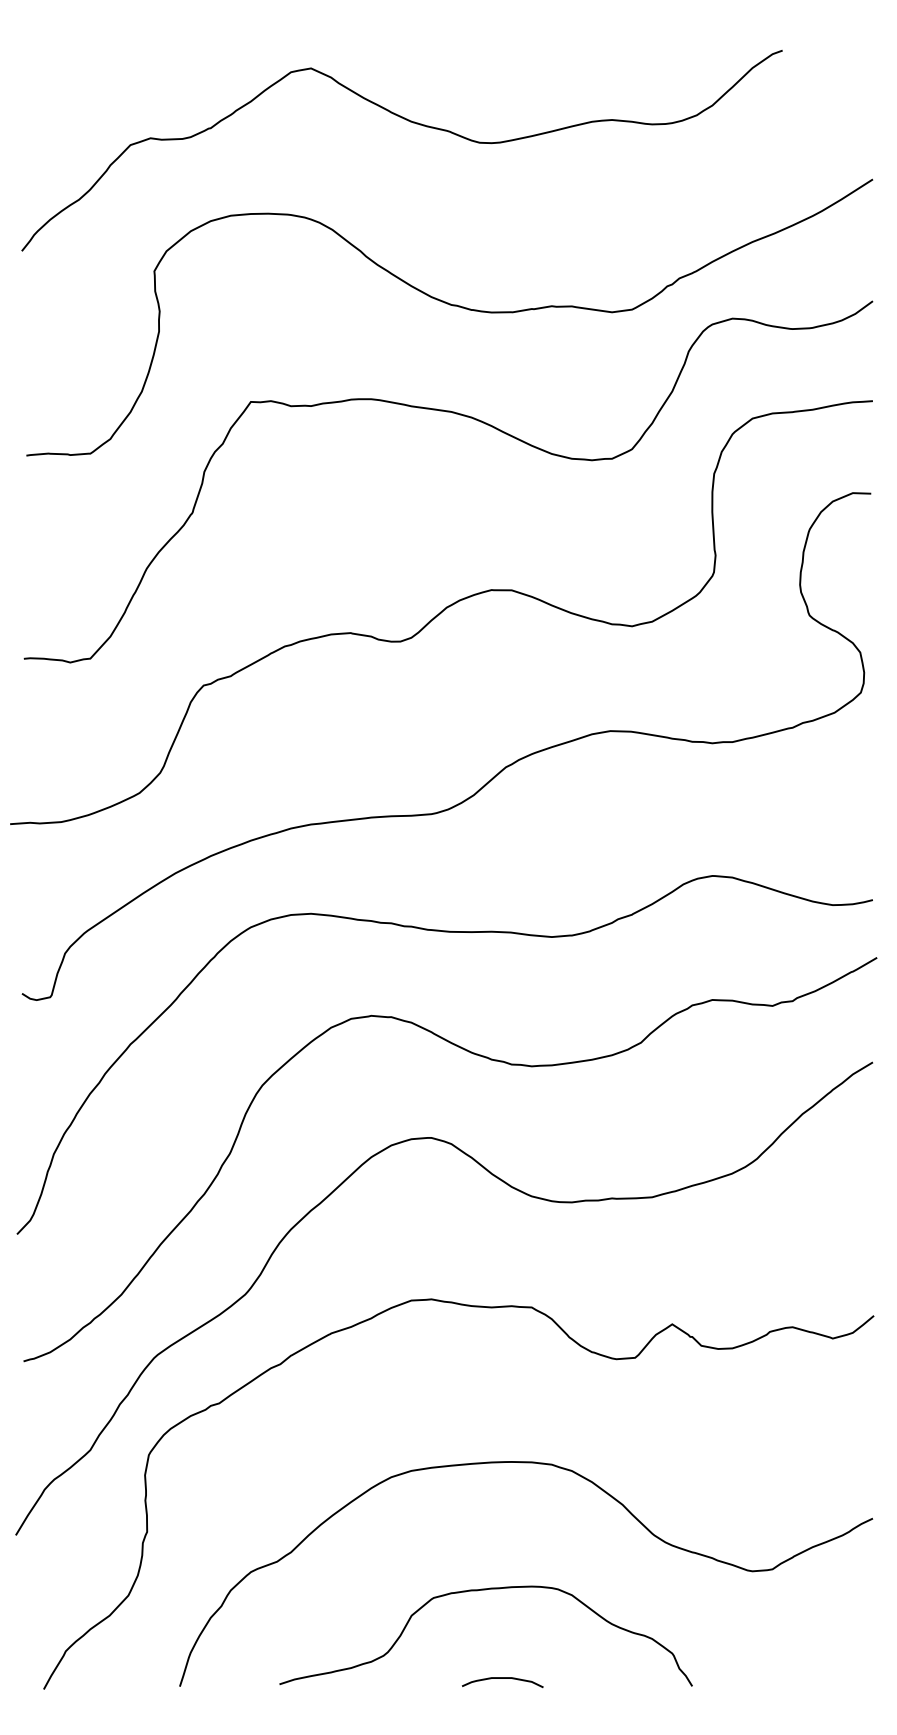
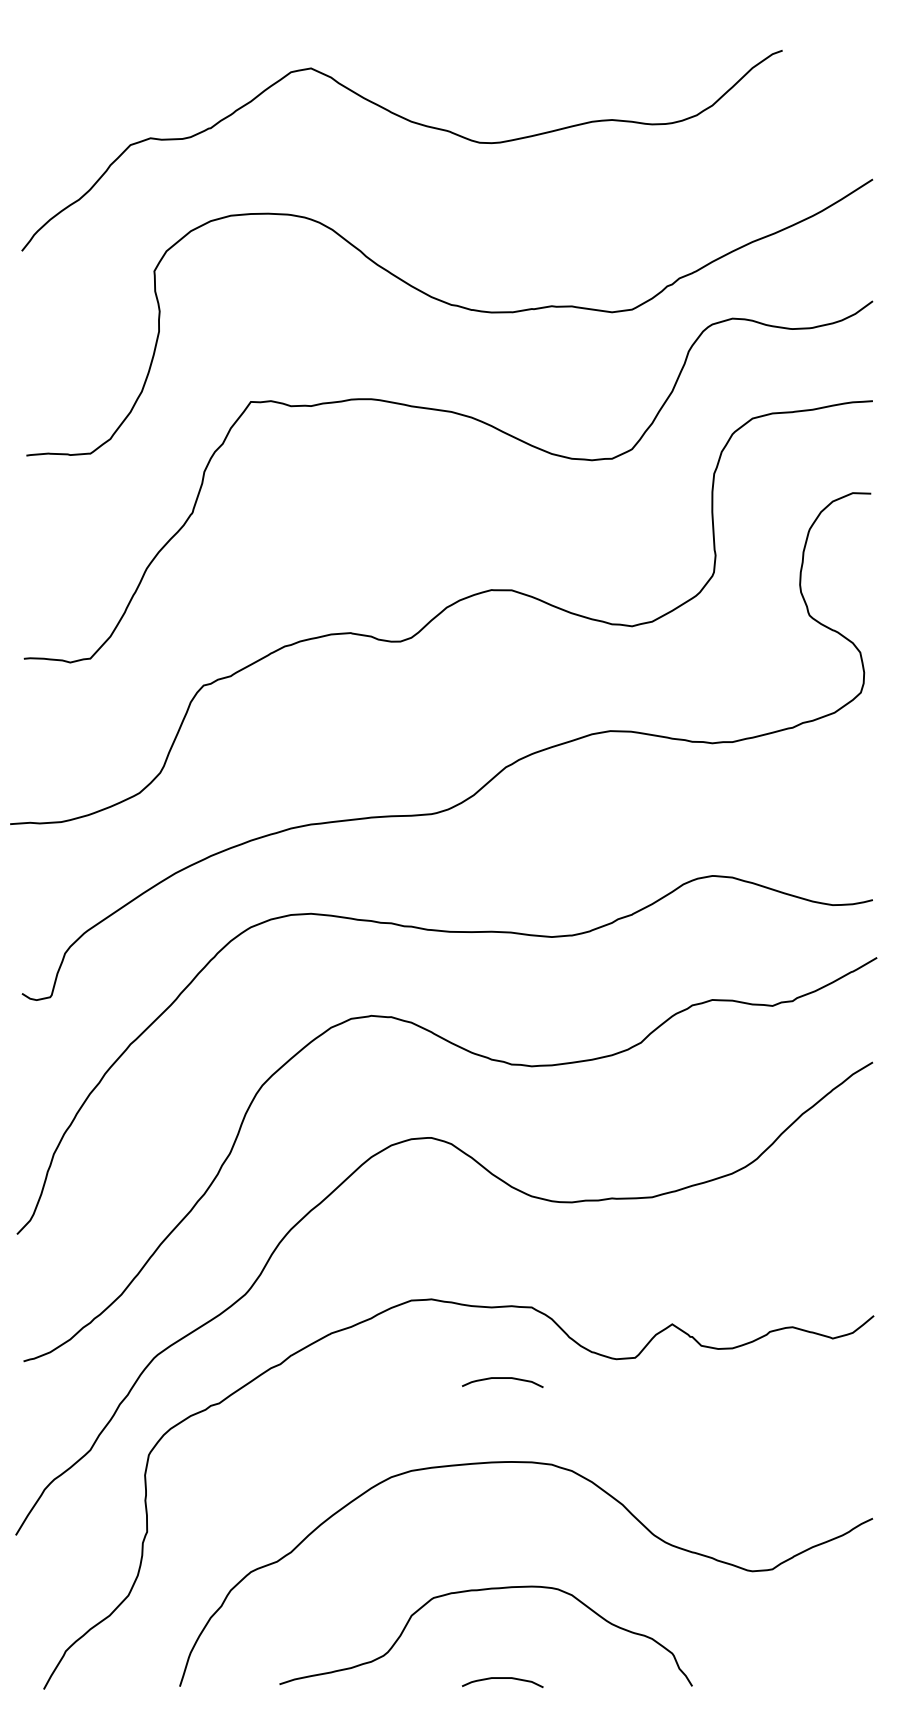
curve at (502, 1378): none -> present
